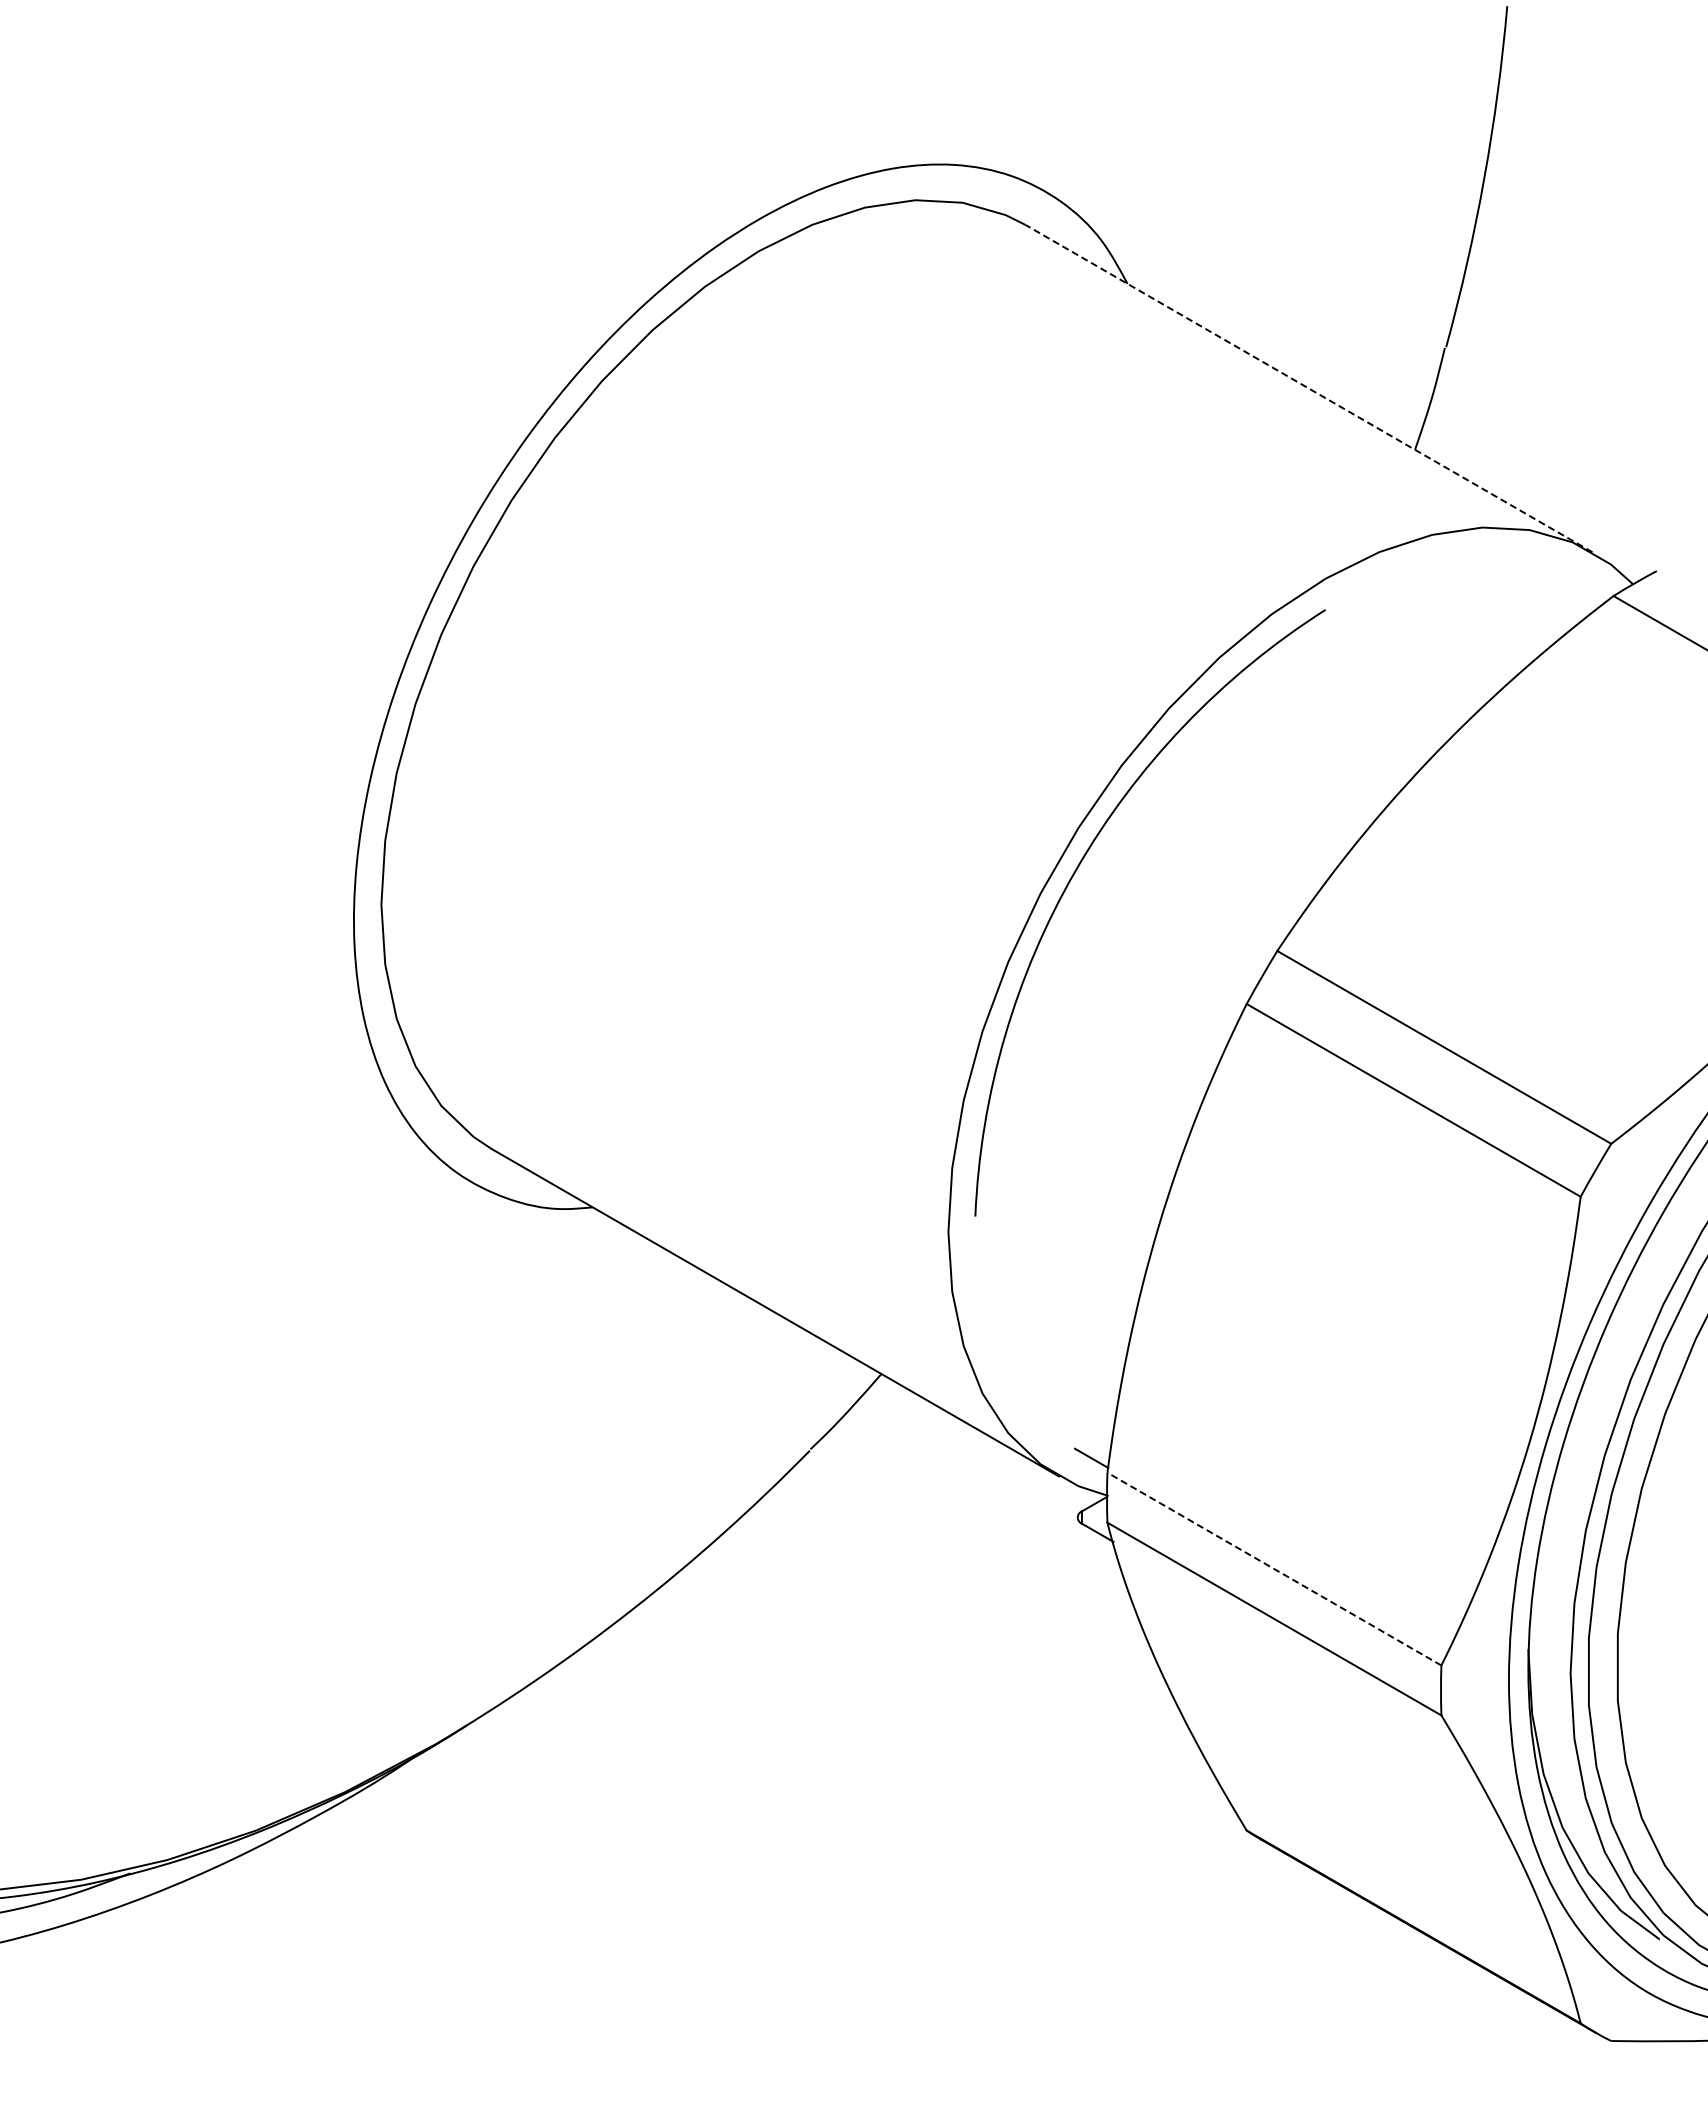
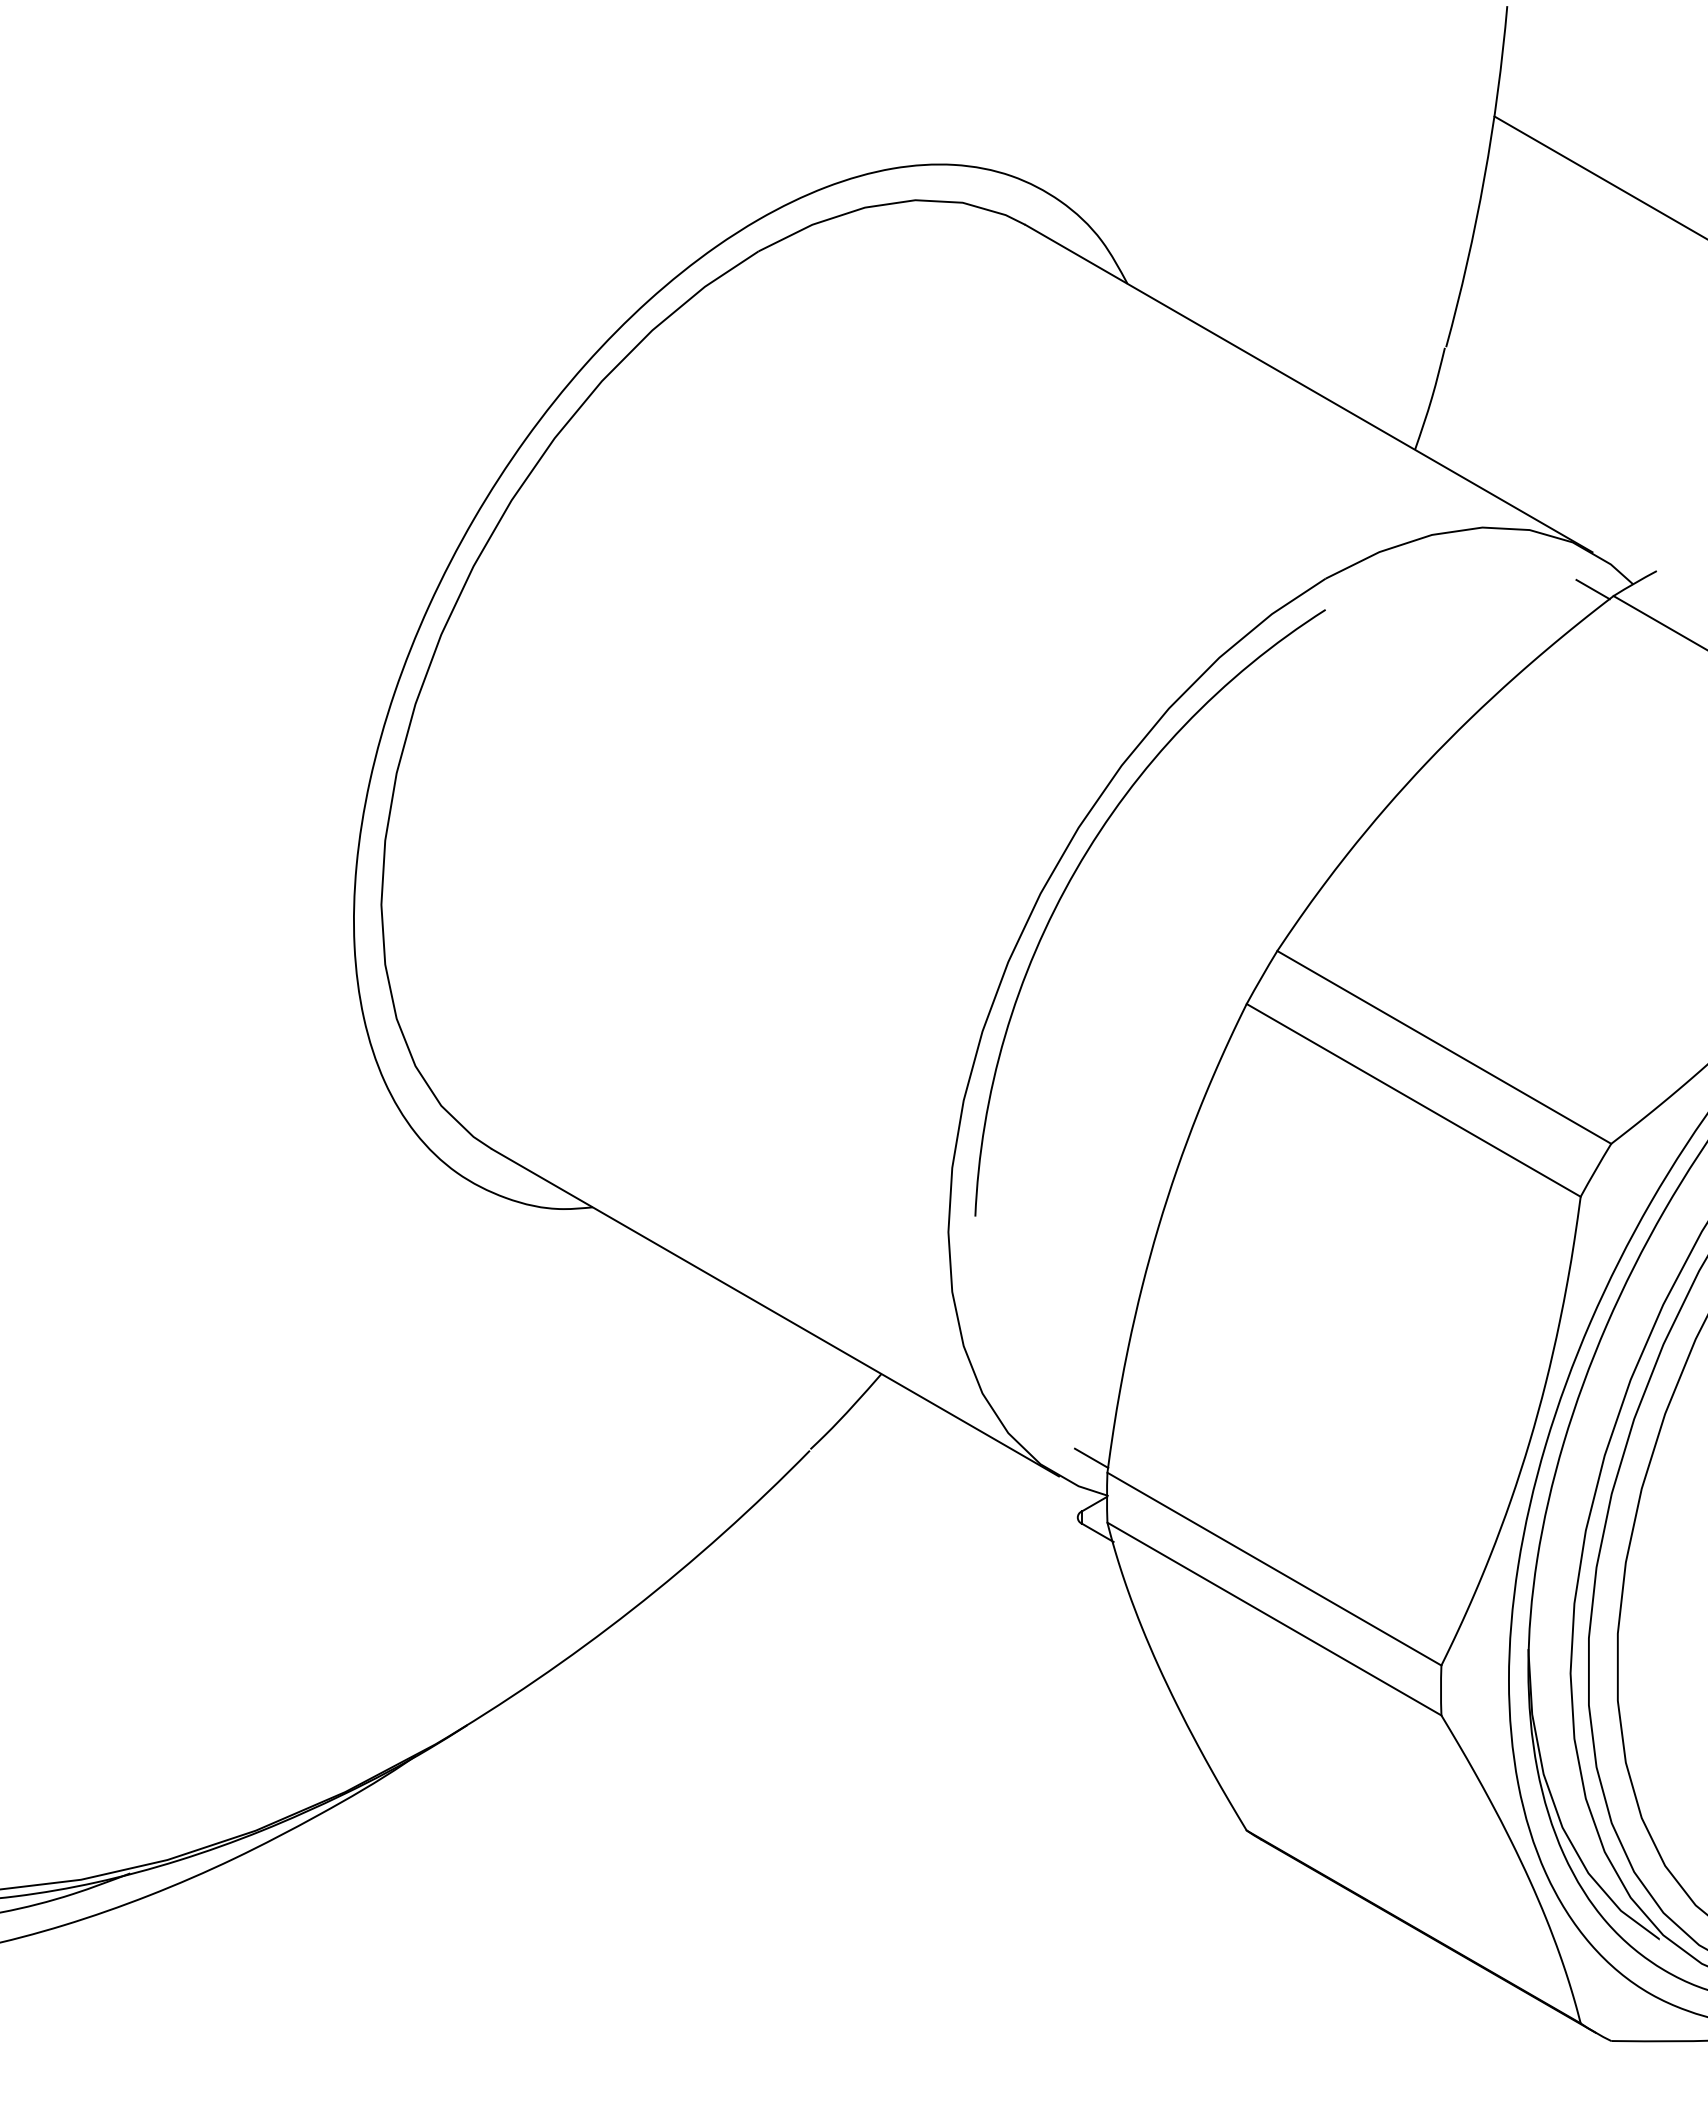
line at (1599, 176): none -> present
line at (1308, 388): dashed -> solid
line at (1592, 589): none -> present
line at (1274, 1569): dashed -> solid
